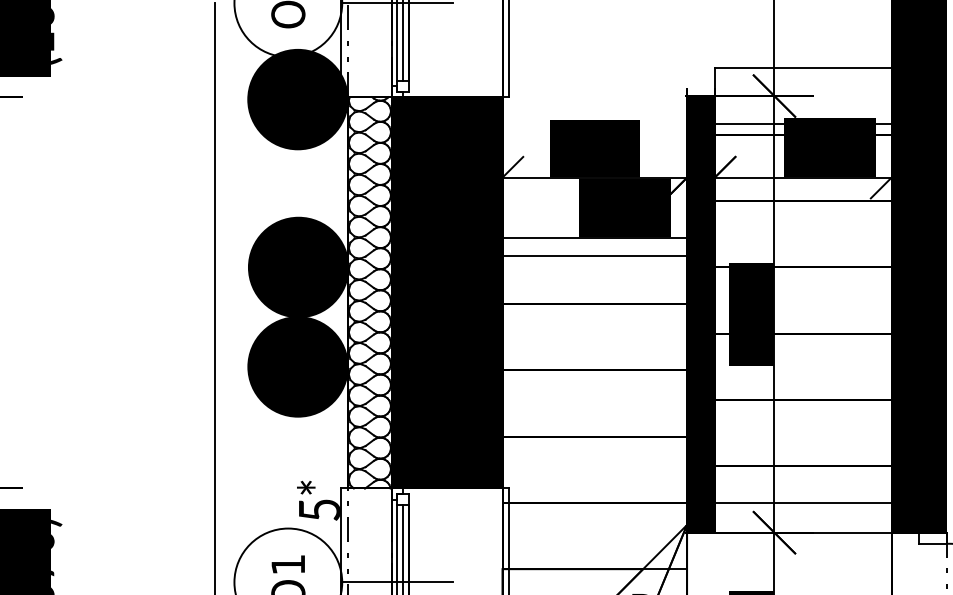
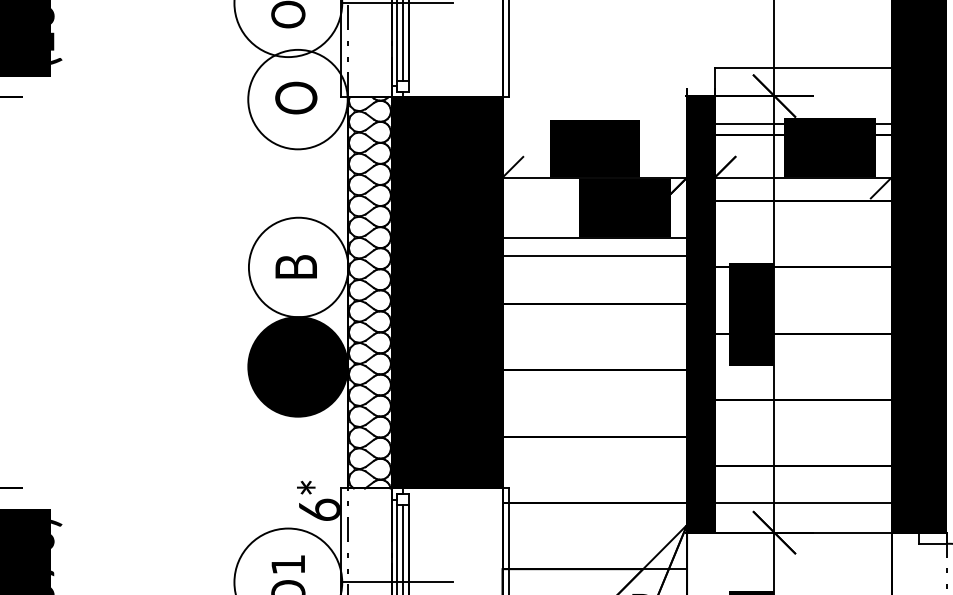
fill at (297, 99): present -> none
fill at (298, 267): present -> none
line at (215, 297): present -> none
text at (319, 509): 5 -> 6
